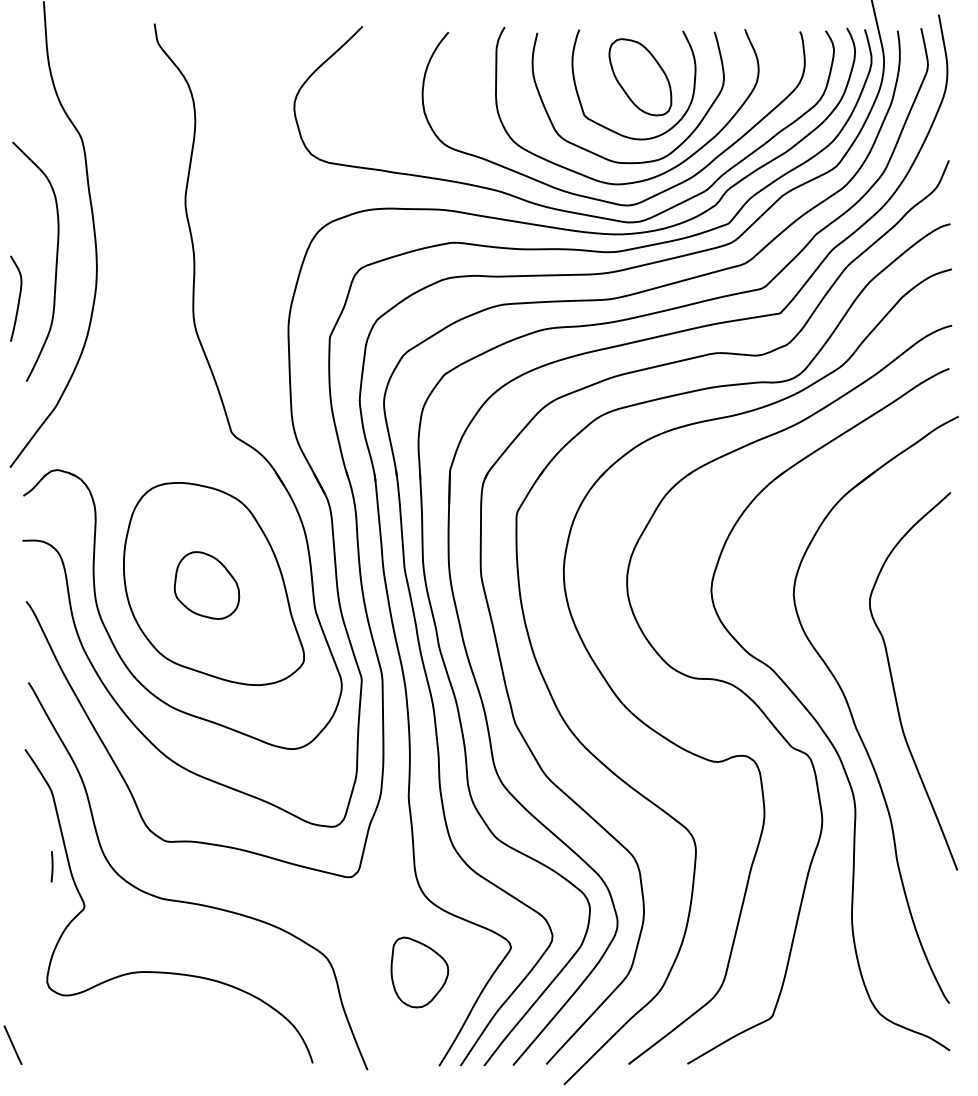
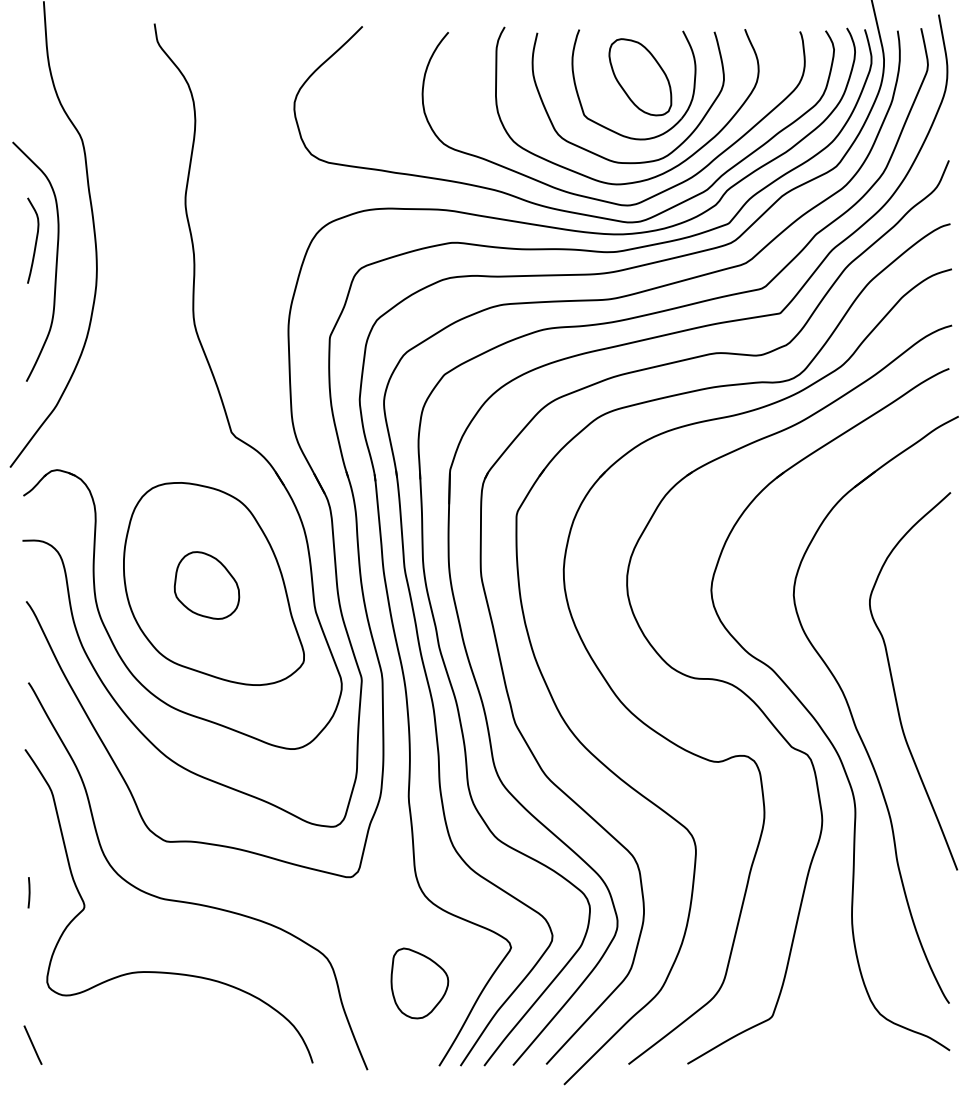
curve at (18, 298) position: (18, 298) -> (35, 240)
line at (51, 866) position: (51, 866) -> (28, 892)
part at (419, 972) position: (419, 972) -> (419, 983)
line at (12, 1044) position: (12, 1044) -> (32, 1044)
